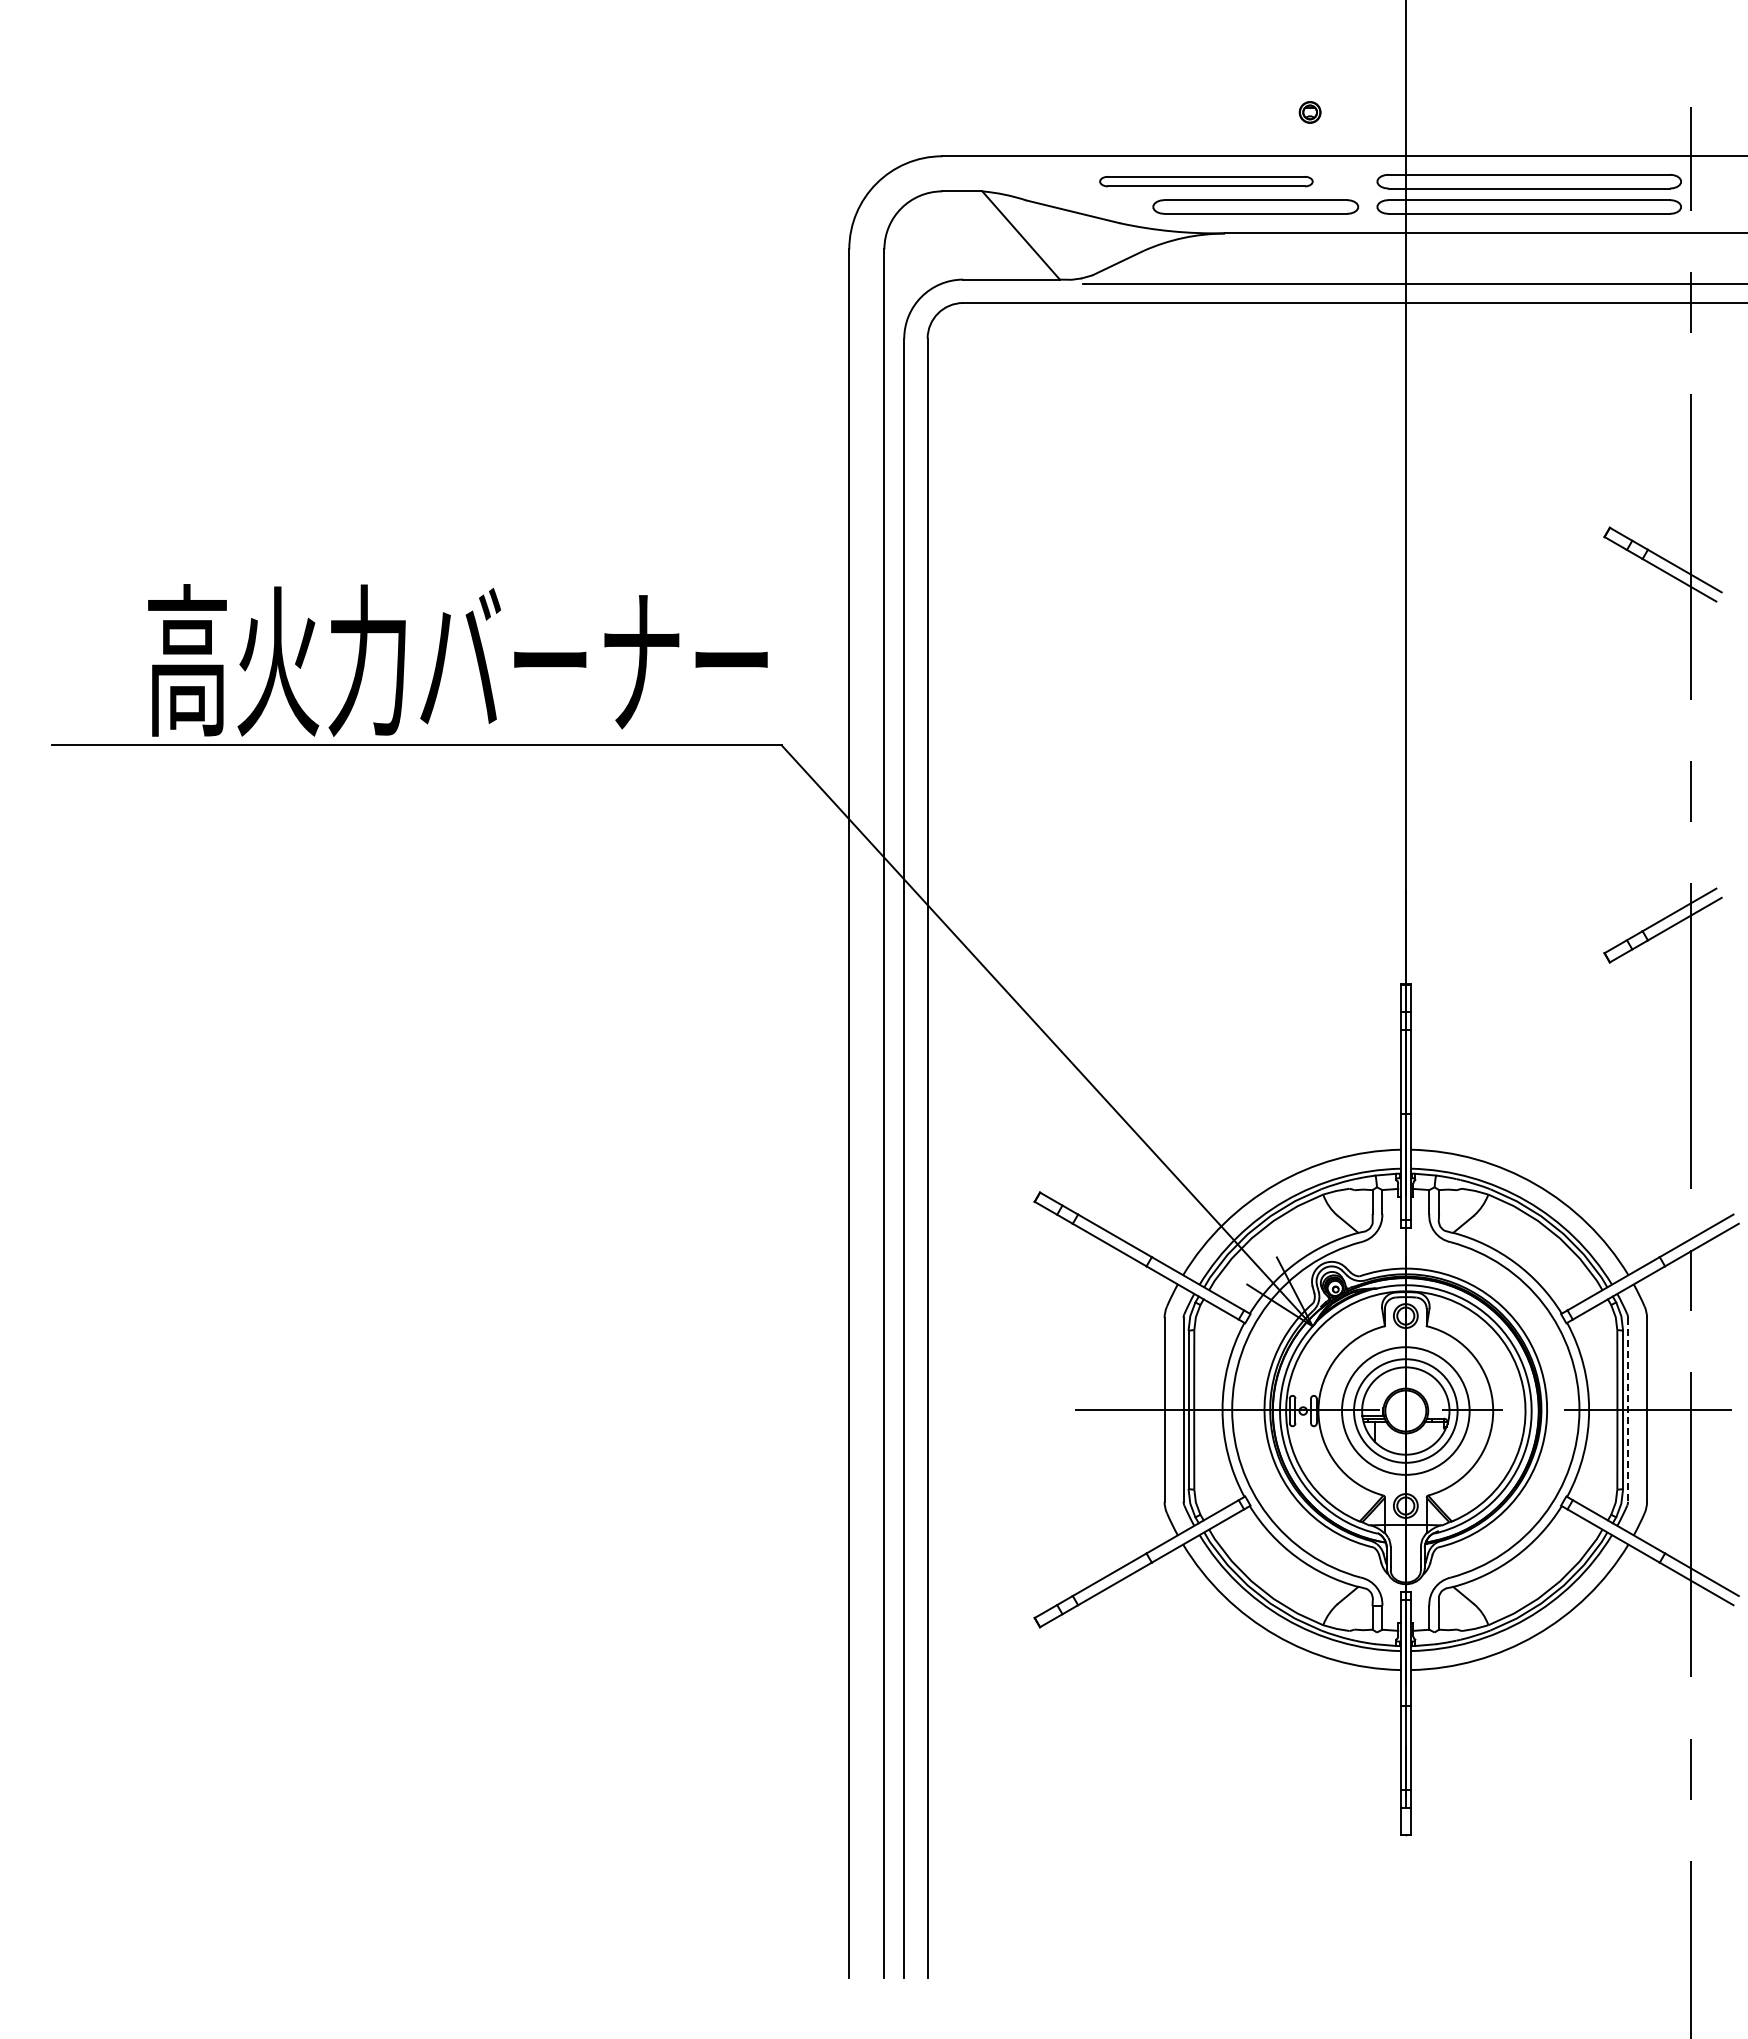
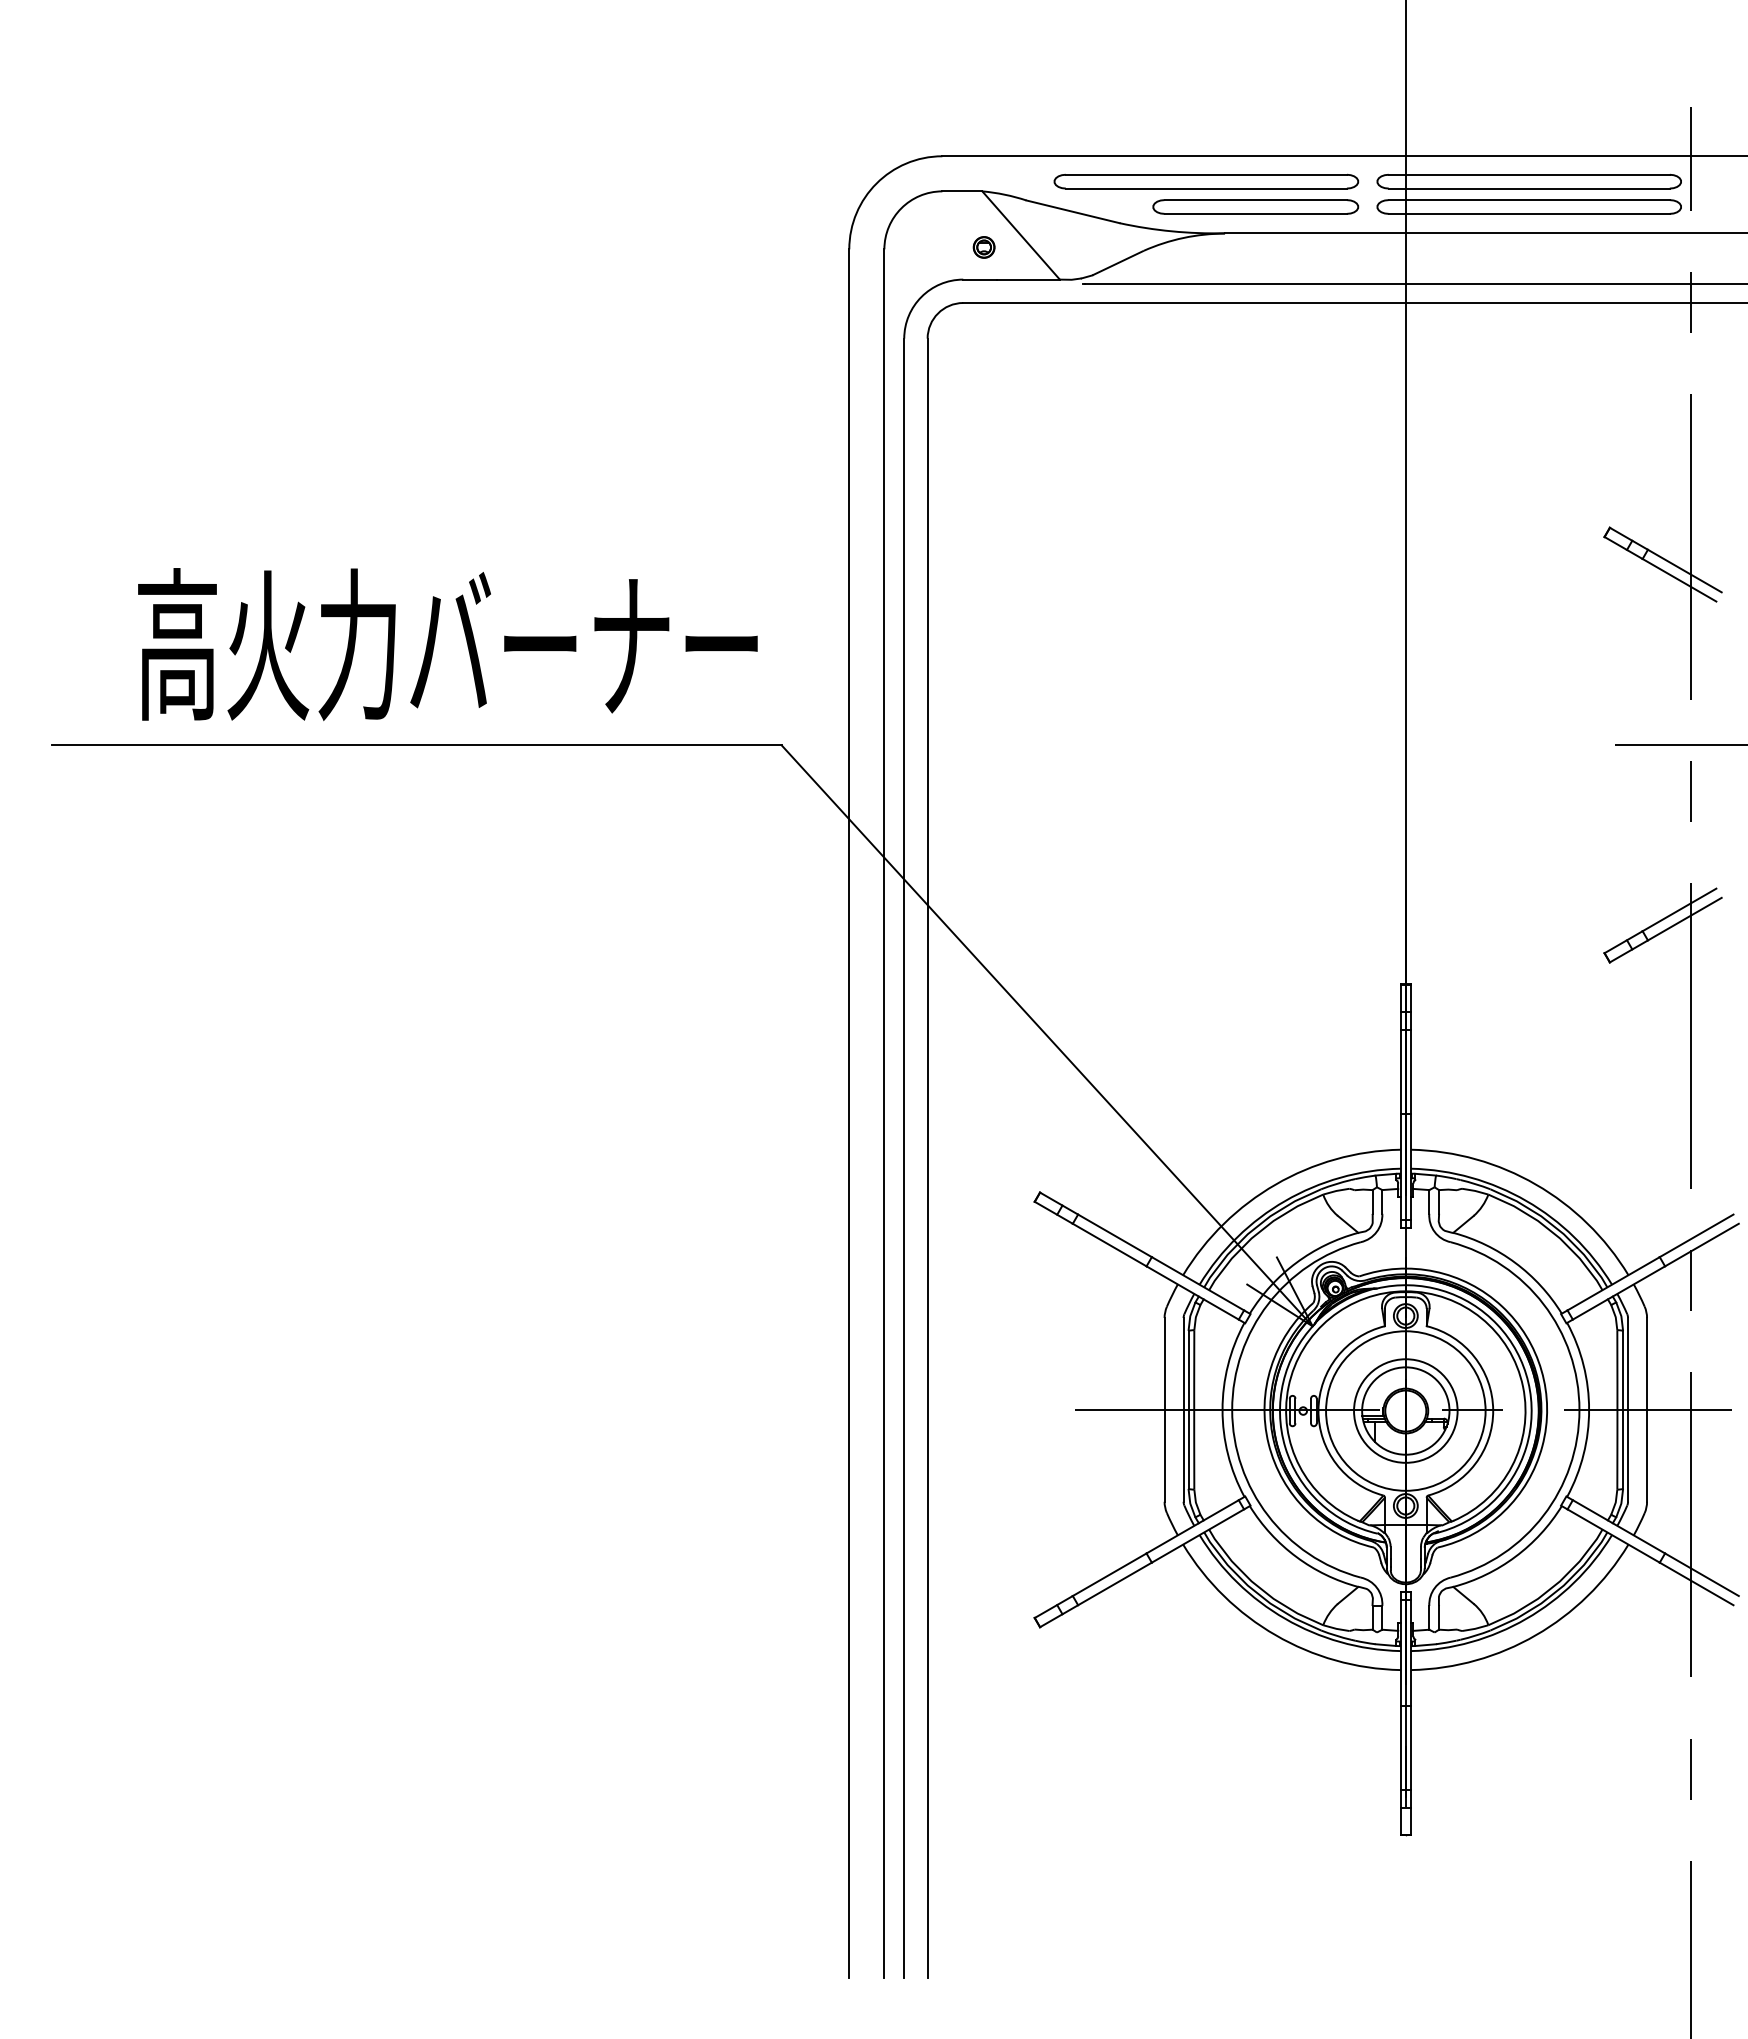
part at (1309, 112) position: (1309, 112) -> (983, 247)
part at (1206, 181) size: 215x12 px -> 307x17 px
text at (457, 660) position: (457, 660) -> (447, 644)
line at (1679, 745): none -> present
line at (1628, 1409): dashed -> solid
circle at (1405, 1410) diameter: 128 px -> 160 px
